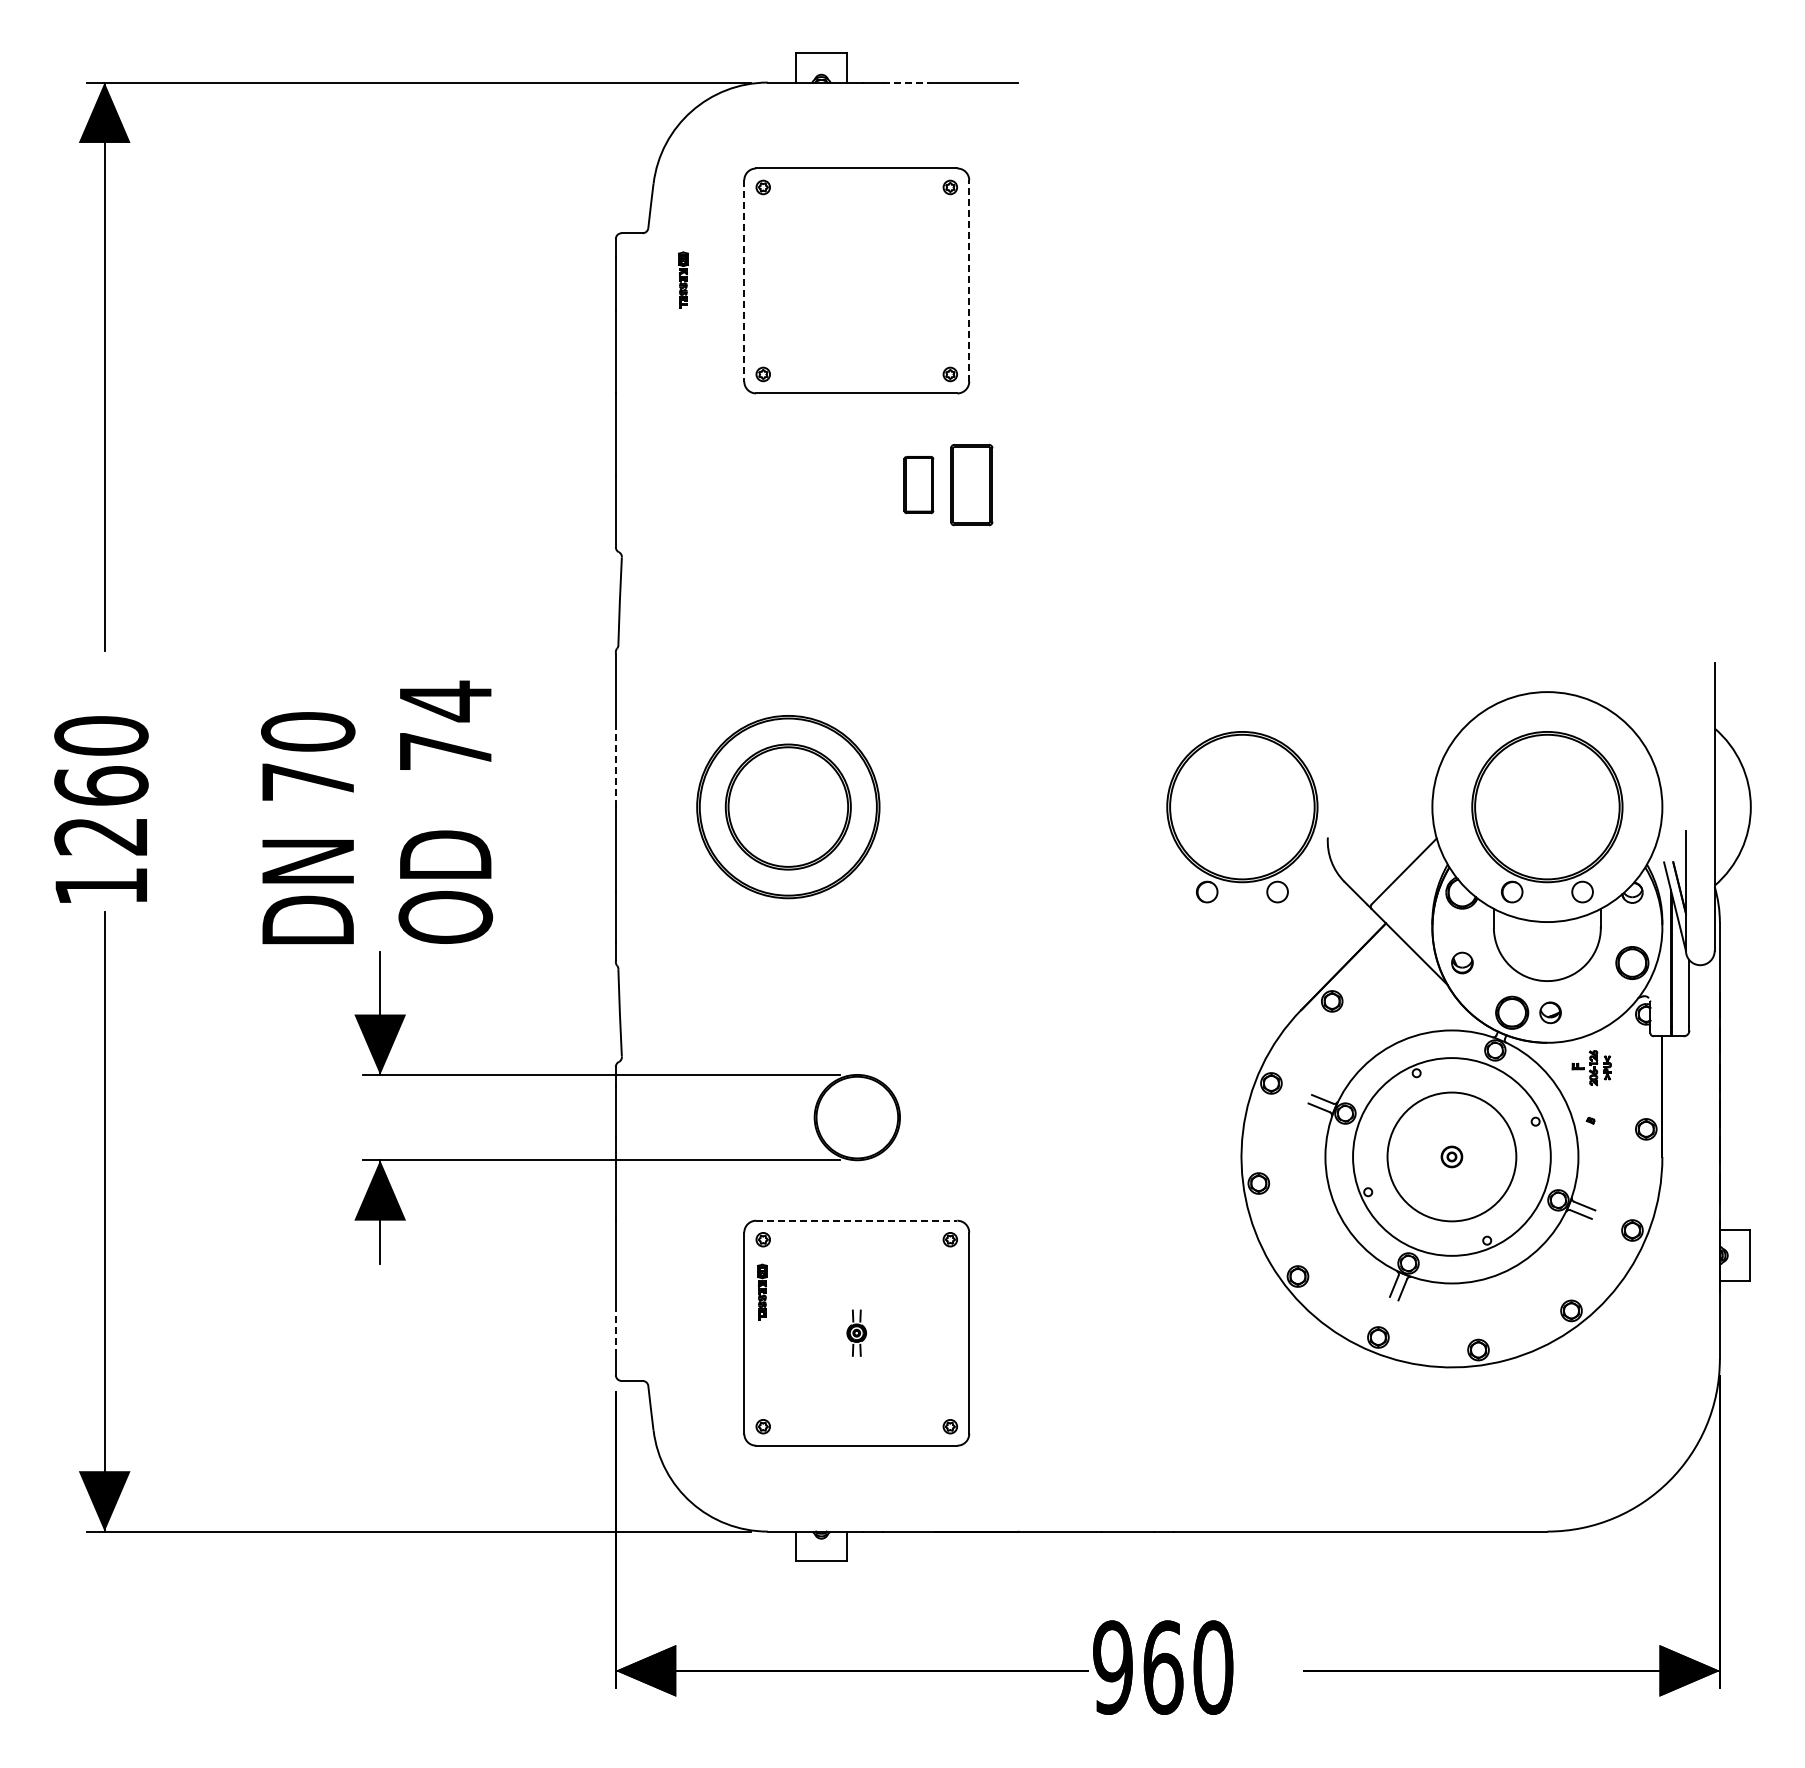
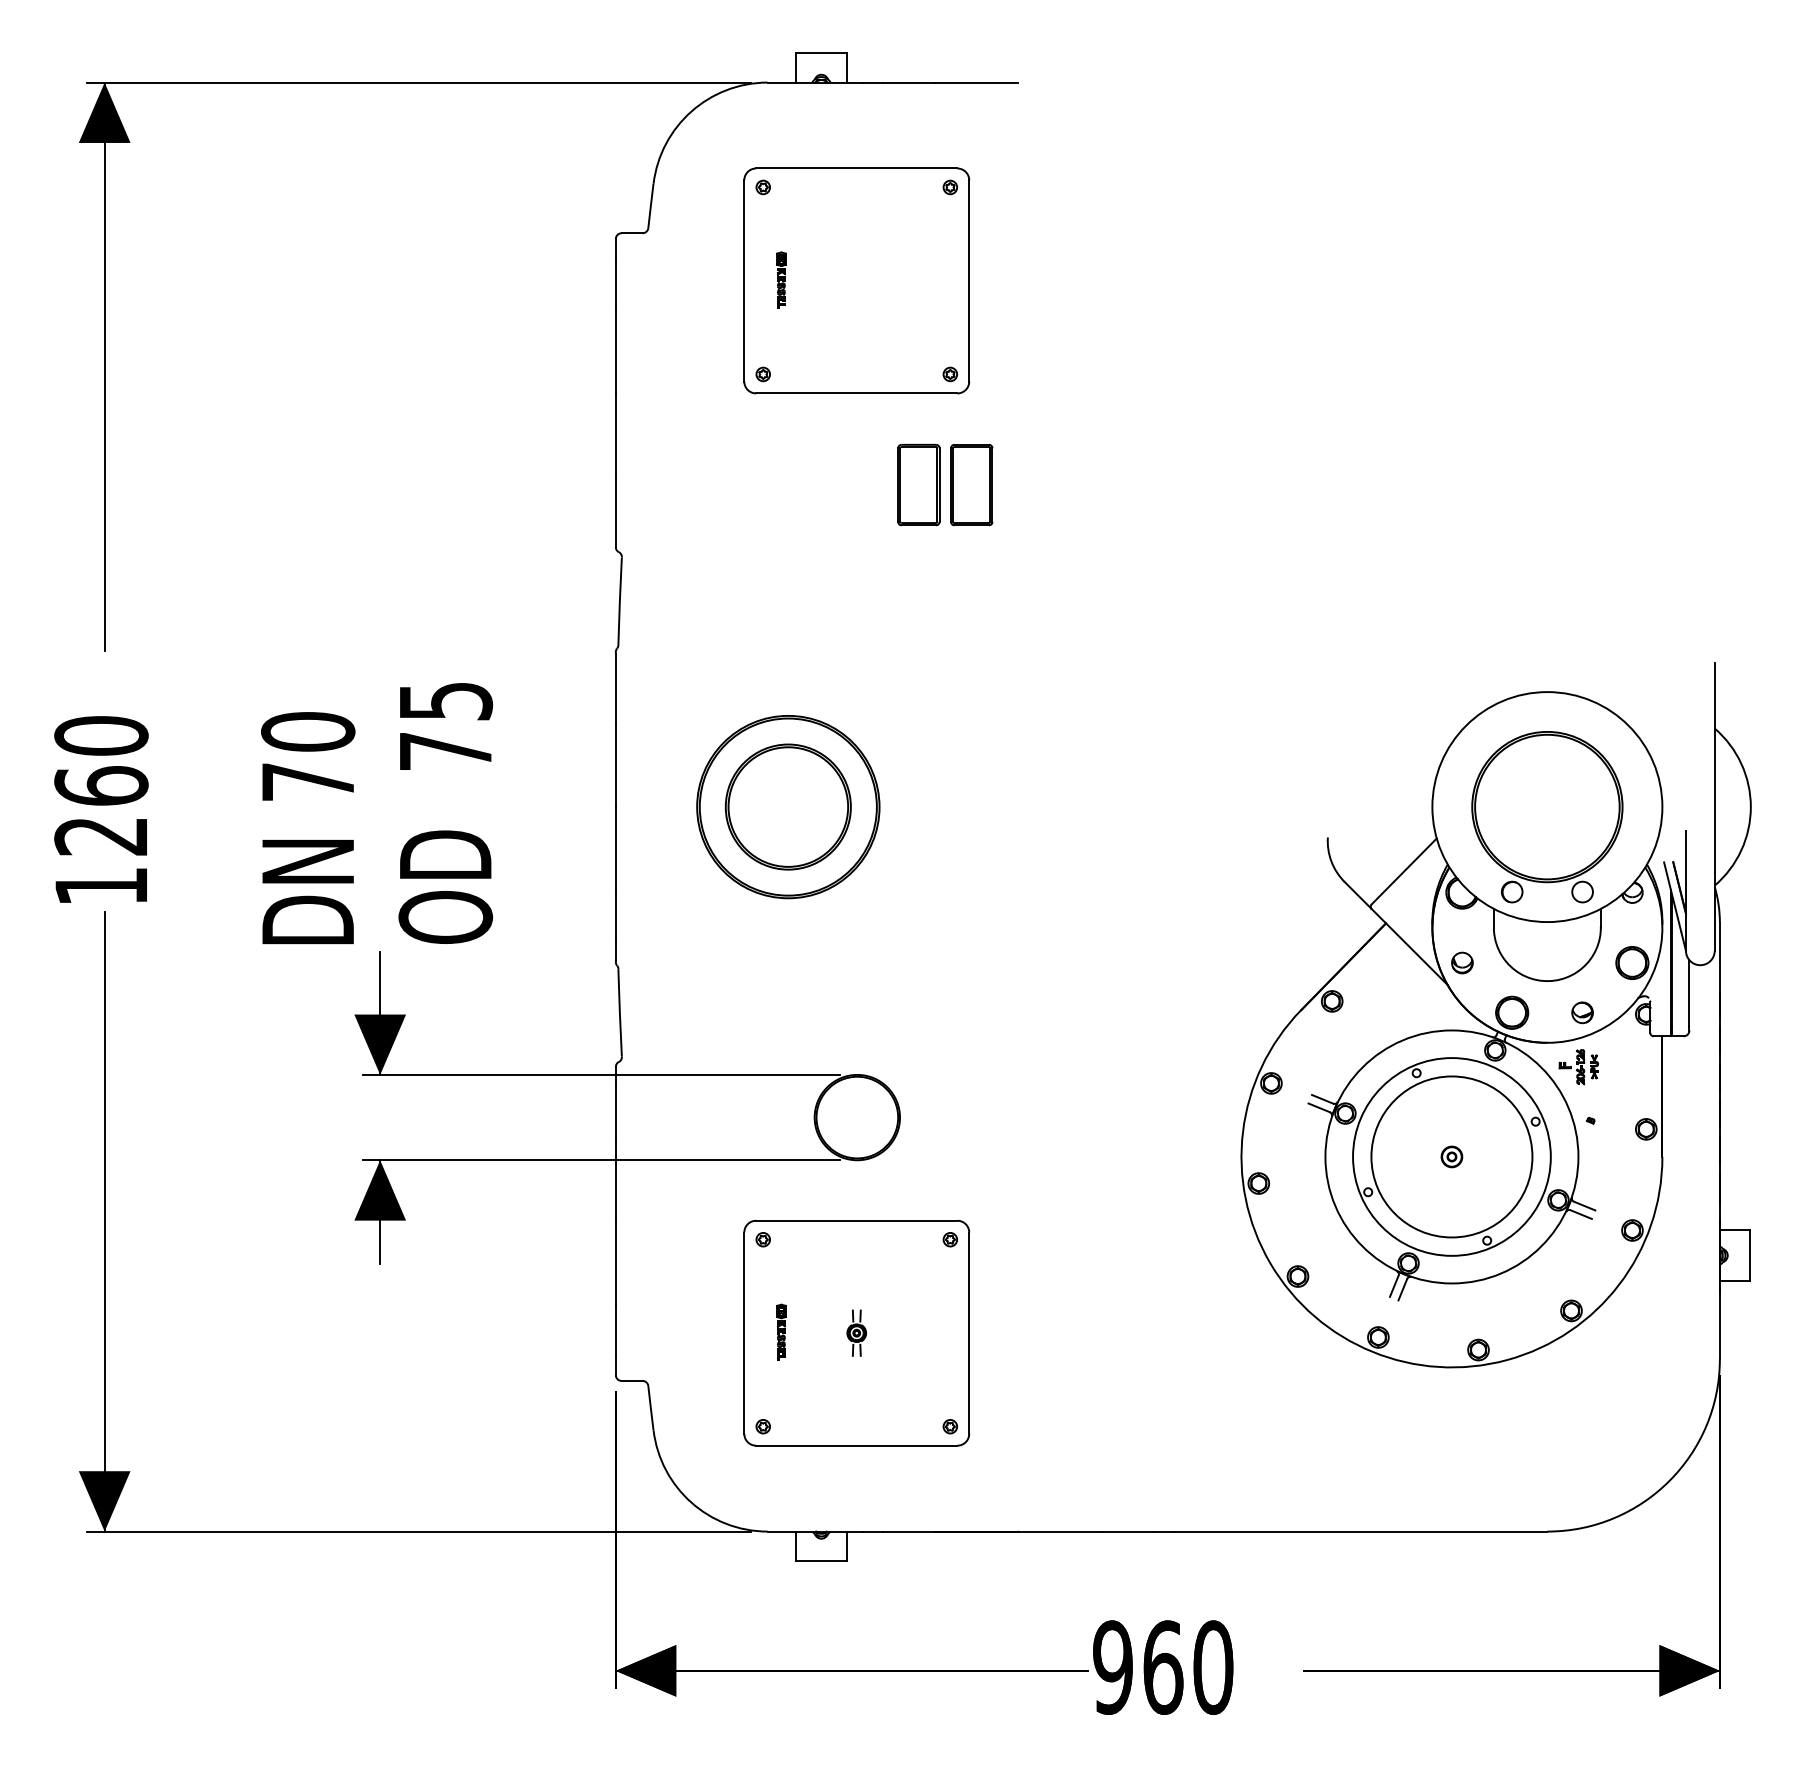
line at (909, 82): dashed -> solid
part at (683, 279) position: (683, 279) -> (781, 279)
line at (744, 280): dashed -> solid
line at (969, 280): dashed -> solid
part at (918, 485) size: 32x59 px -> 44x84 px
text at (446, 701): 74 -> 75
line at (615, 765): dashed -> solid
part at (1242, 817): present -> none
part at (1550, 1012) position: (1550, 1012) -> (1582, 1012)
part at (1591, 1068) position: (1591, 1068) -> (1578, 1067)
circle at (1451, 1156) diameter: 129 px -> 161 px
line at (856, 1220): dashed -> solid
part at (762, 1291) position: (762, 1291) -> (781, 1331)
line at (615, 1330): dashed -> solid
